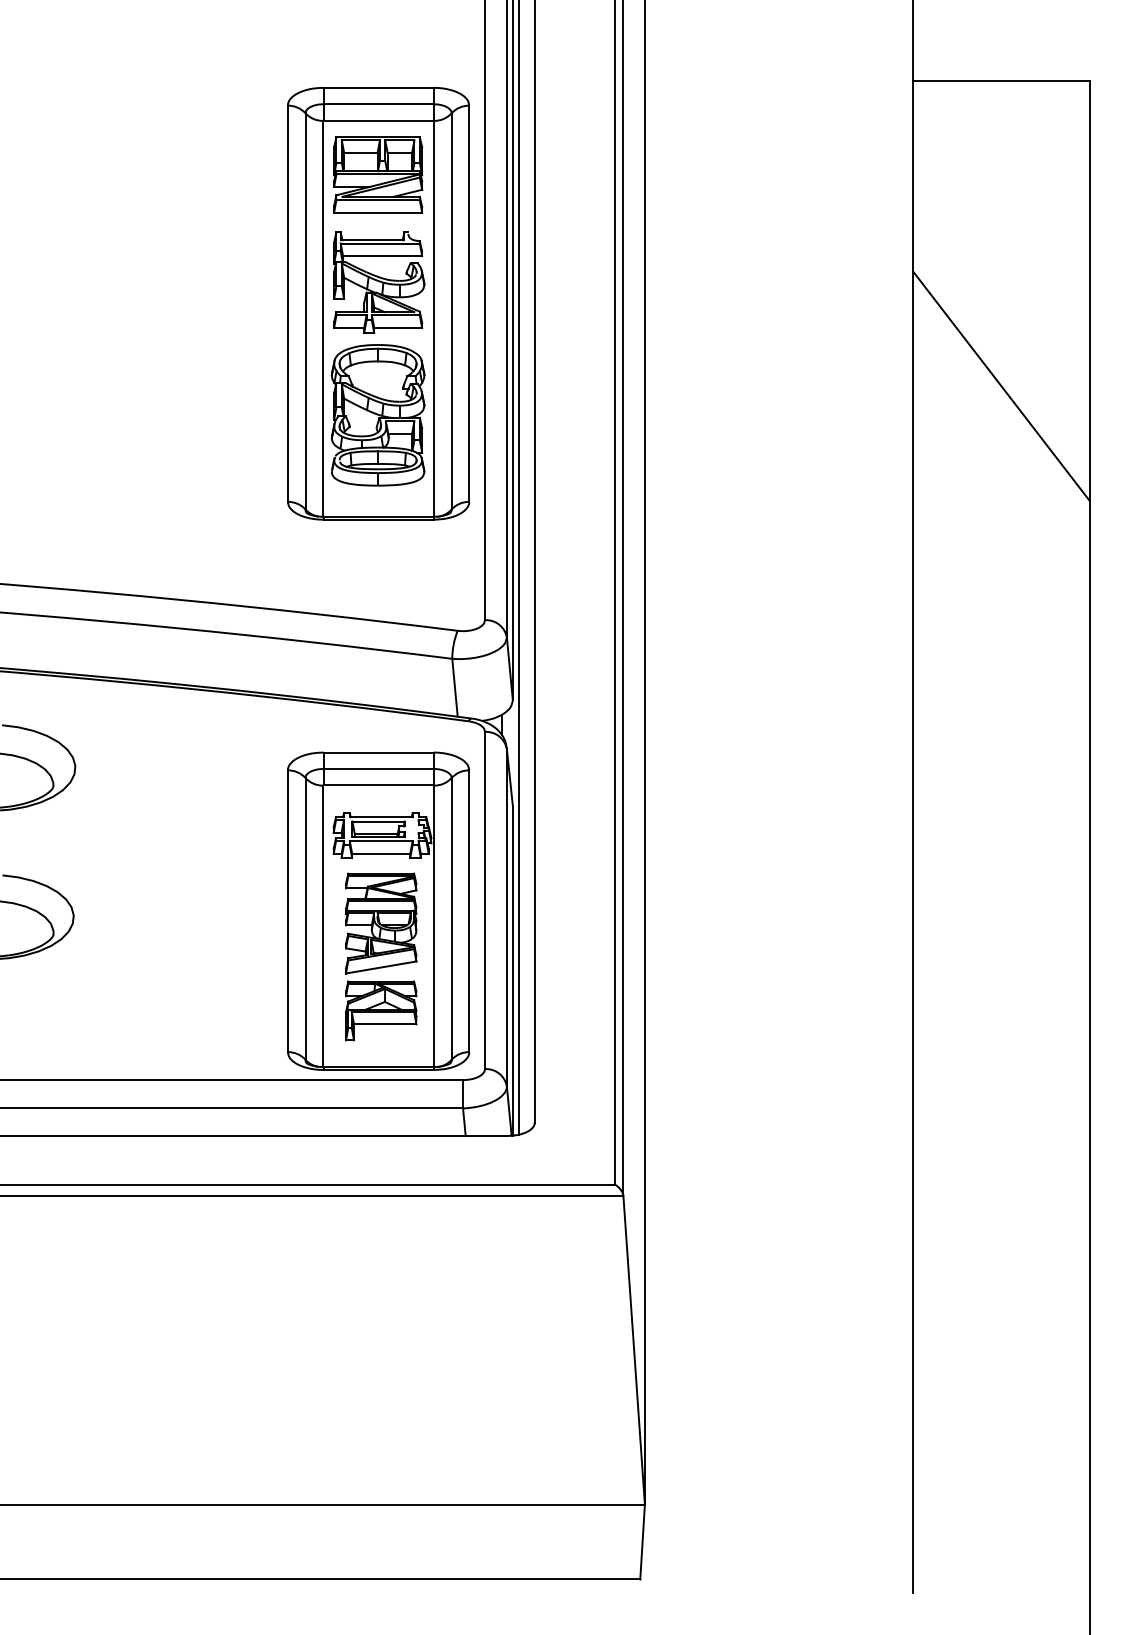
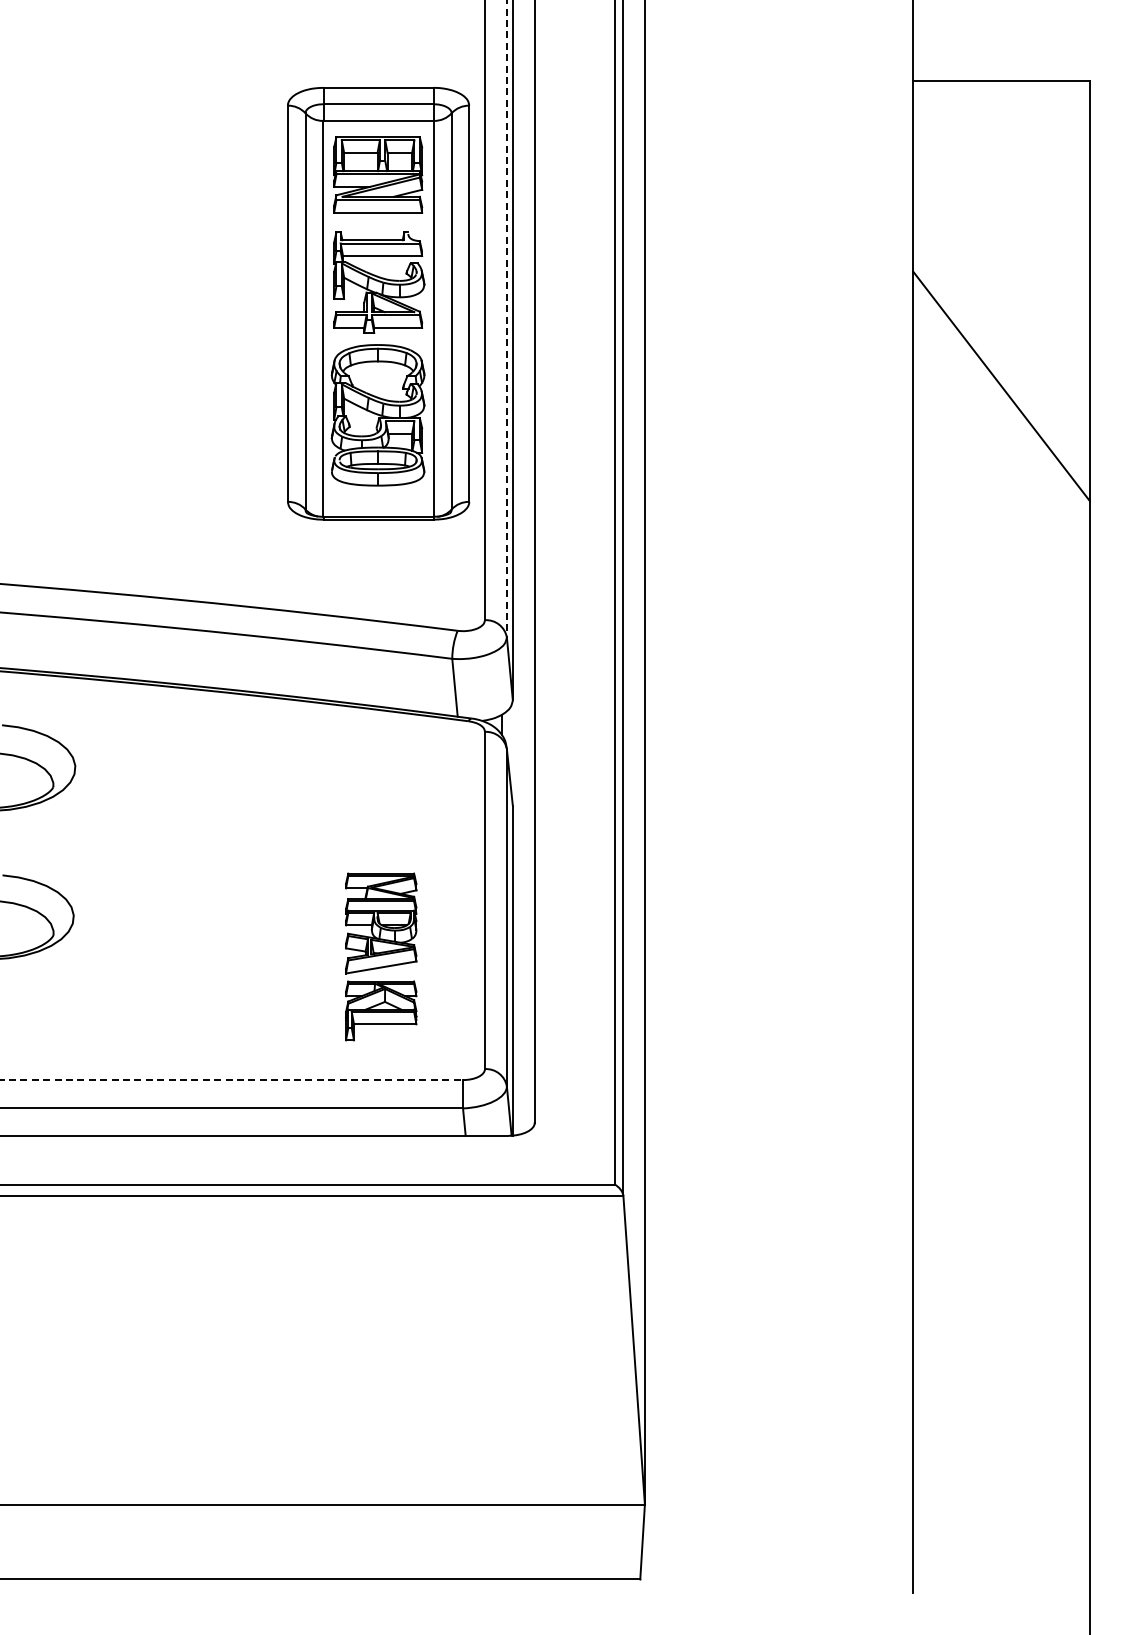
line at (506, 318): solid -> dashed
line at (519, 568): present -> none
part at (378, 910): present -> none
line at (232, 1080): solid -> dashed
